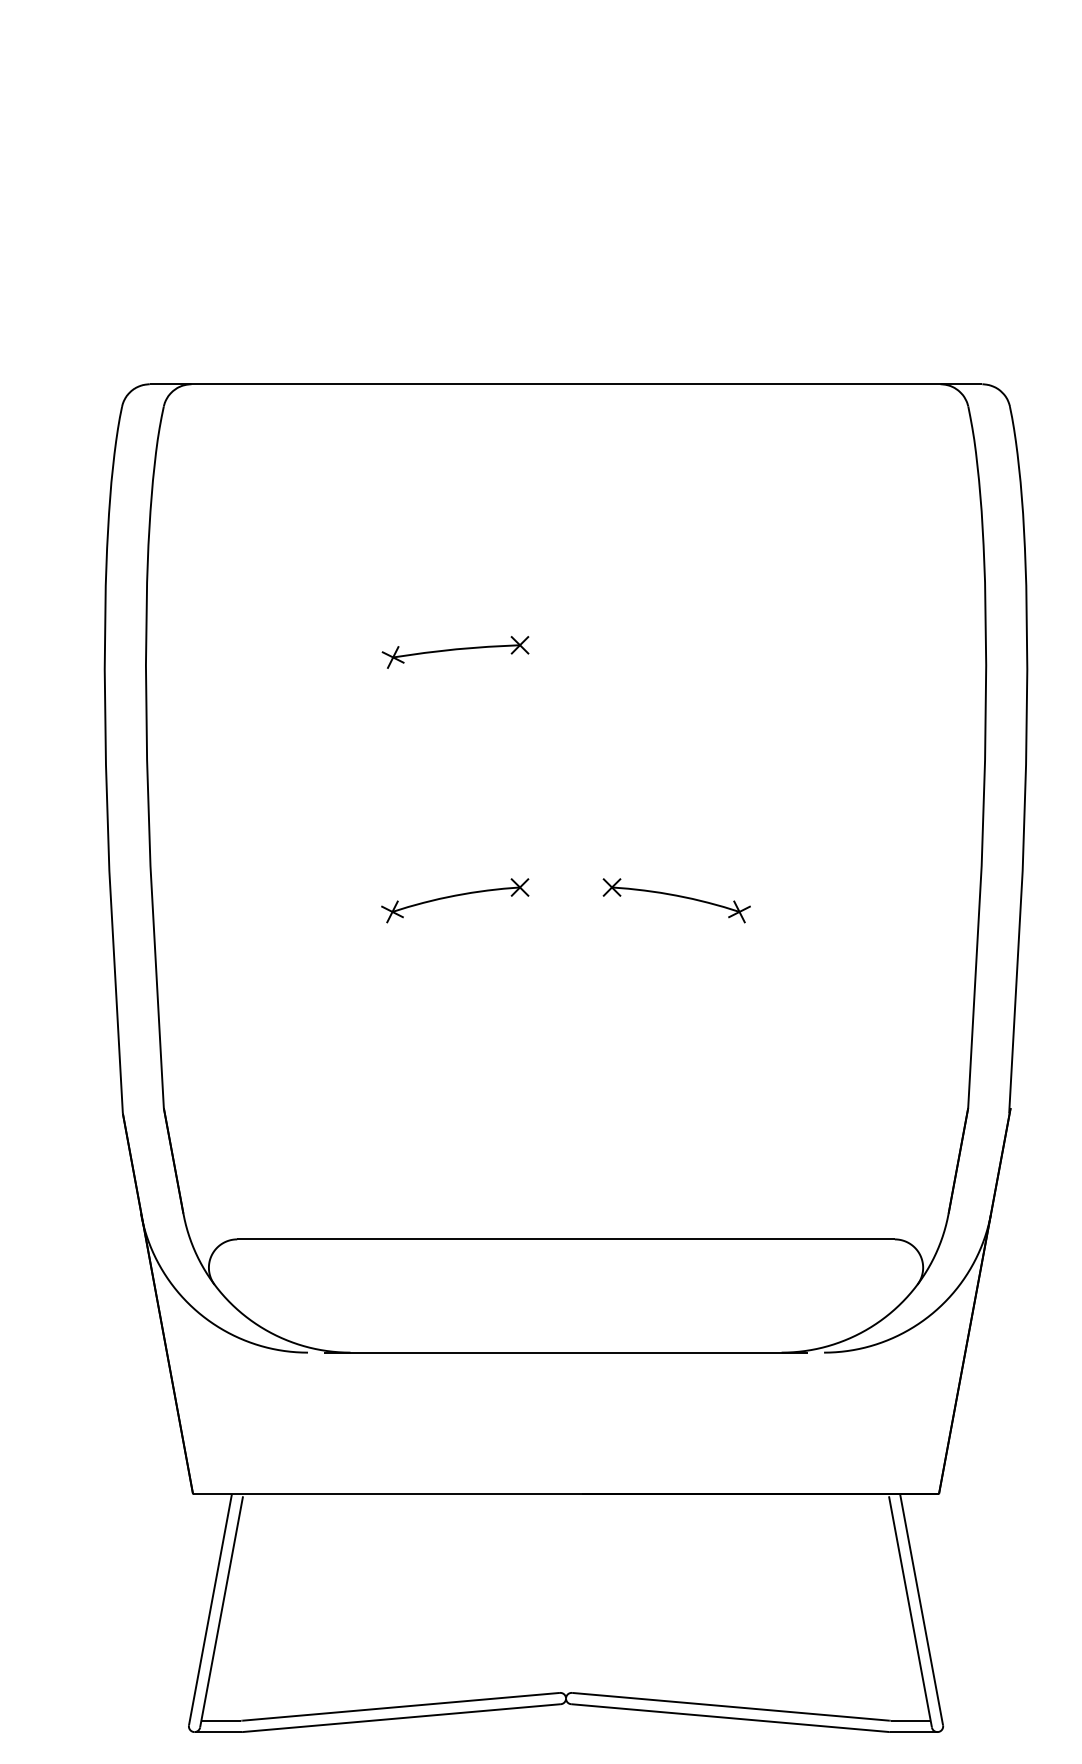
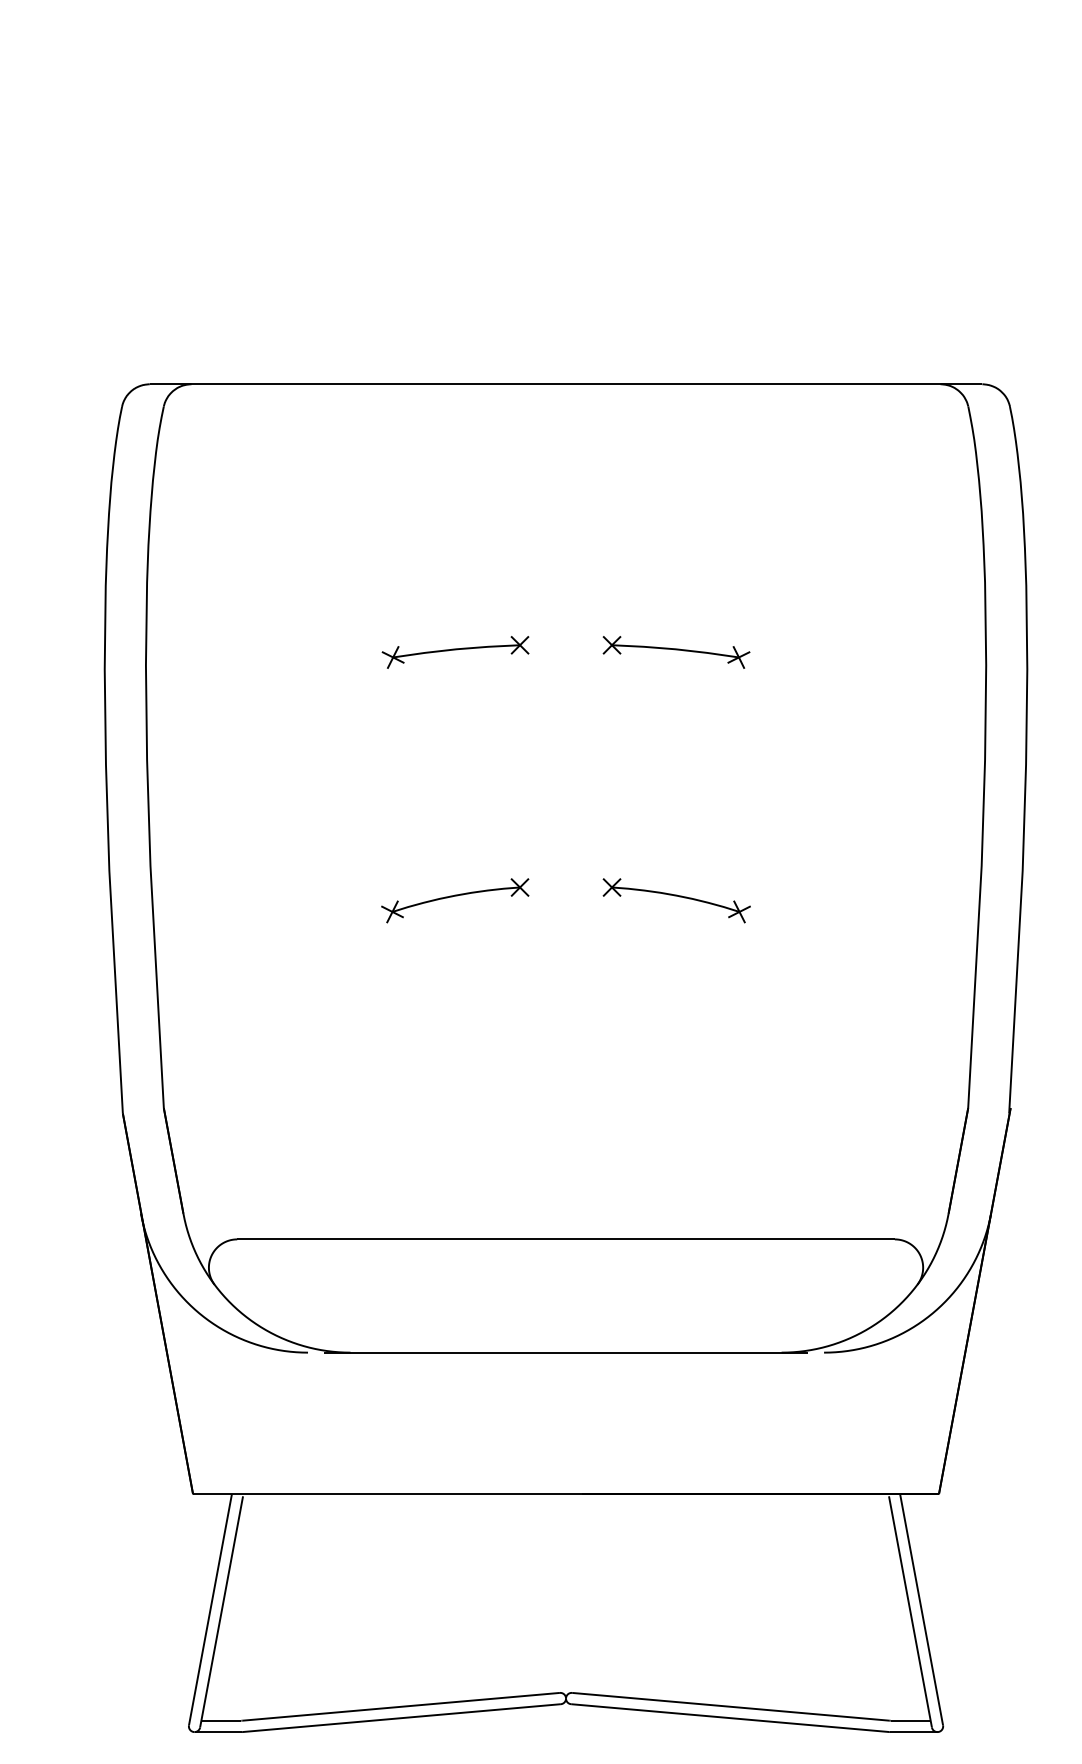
part at (676, 652): none -> present
